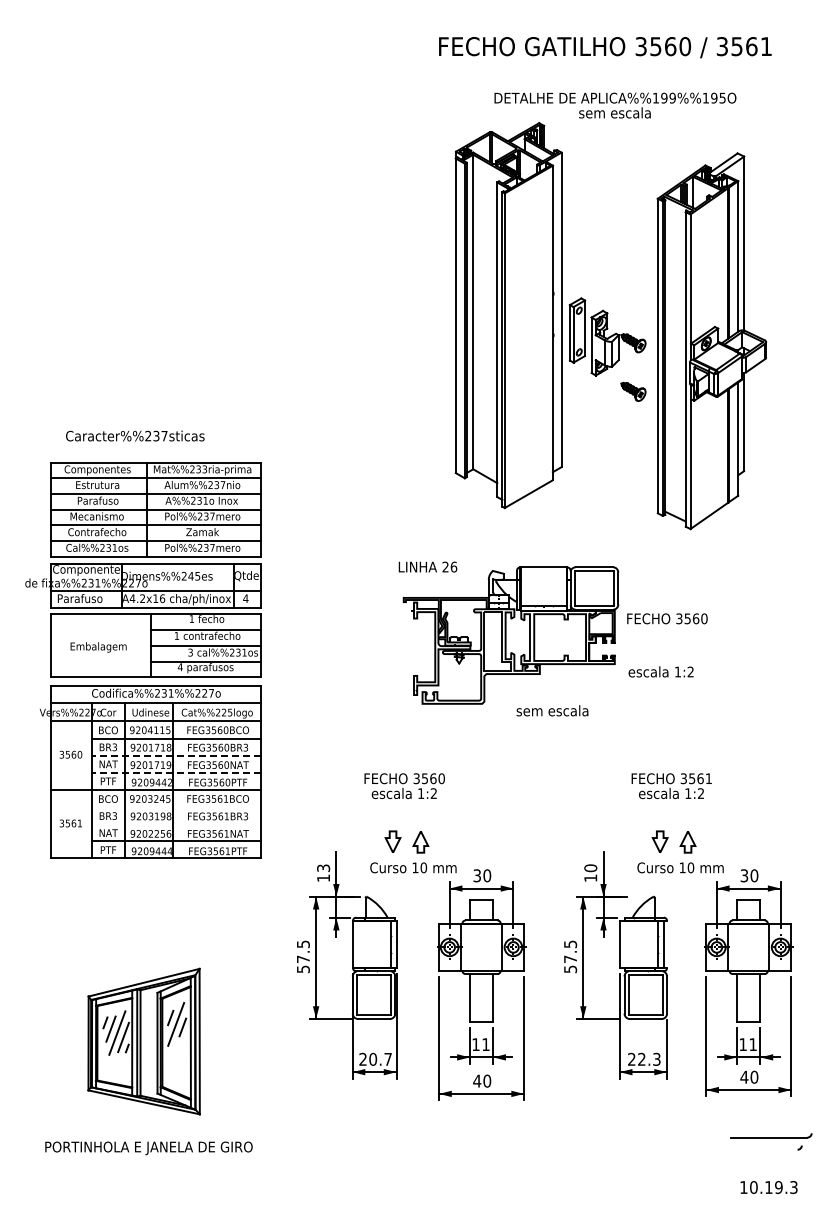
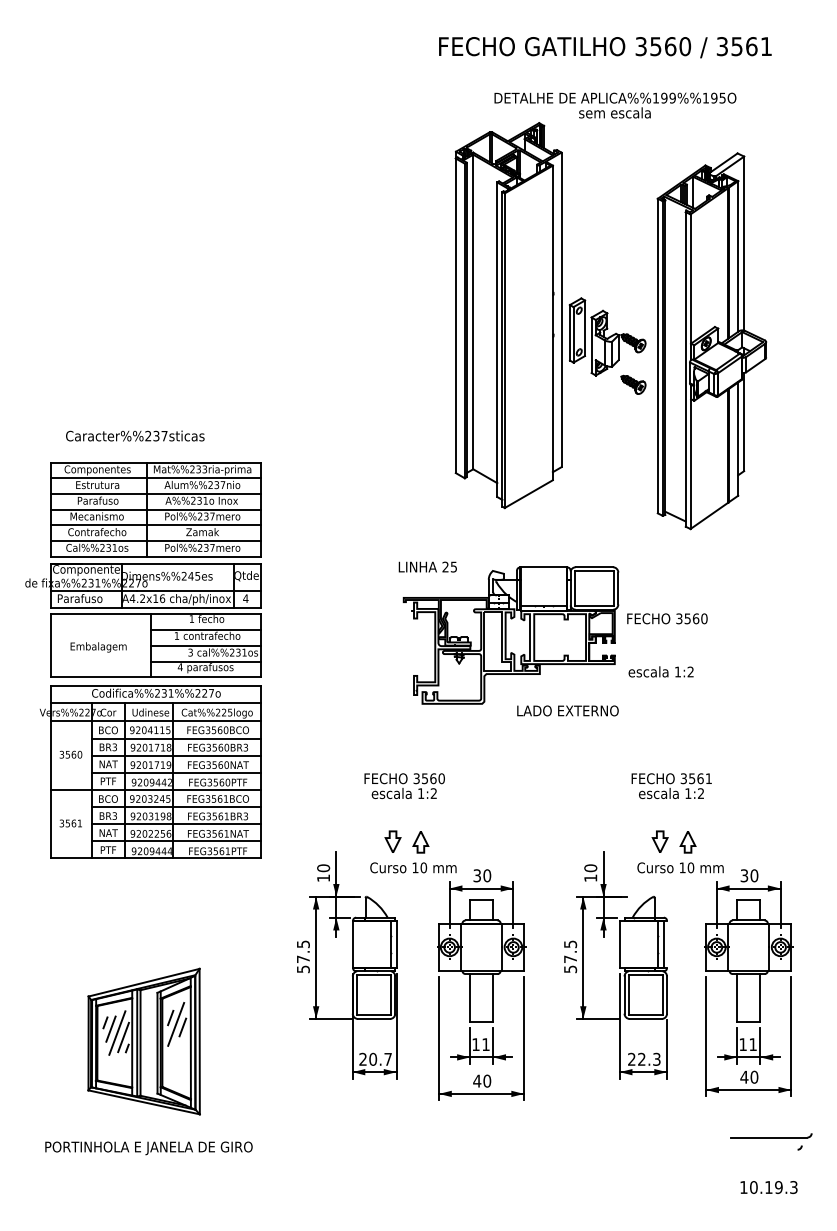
part at (633, 391) position: (633, 391) -> (633, 384)
text at (453, 566): 26 -> 25
text at (567, 710): sem escala -> LADO EXTERNO
line at (176, 755): dashed -> solid
line at (176, 772): dashed -> solid
line at (176, 807): none -> present
line at (176, 824): none -> present
text at (323, 868): 13 -> 10
